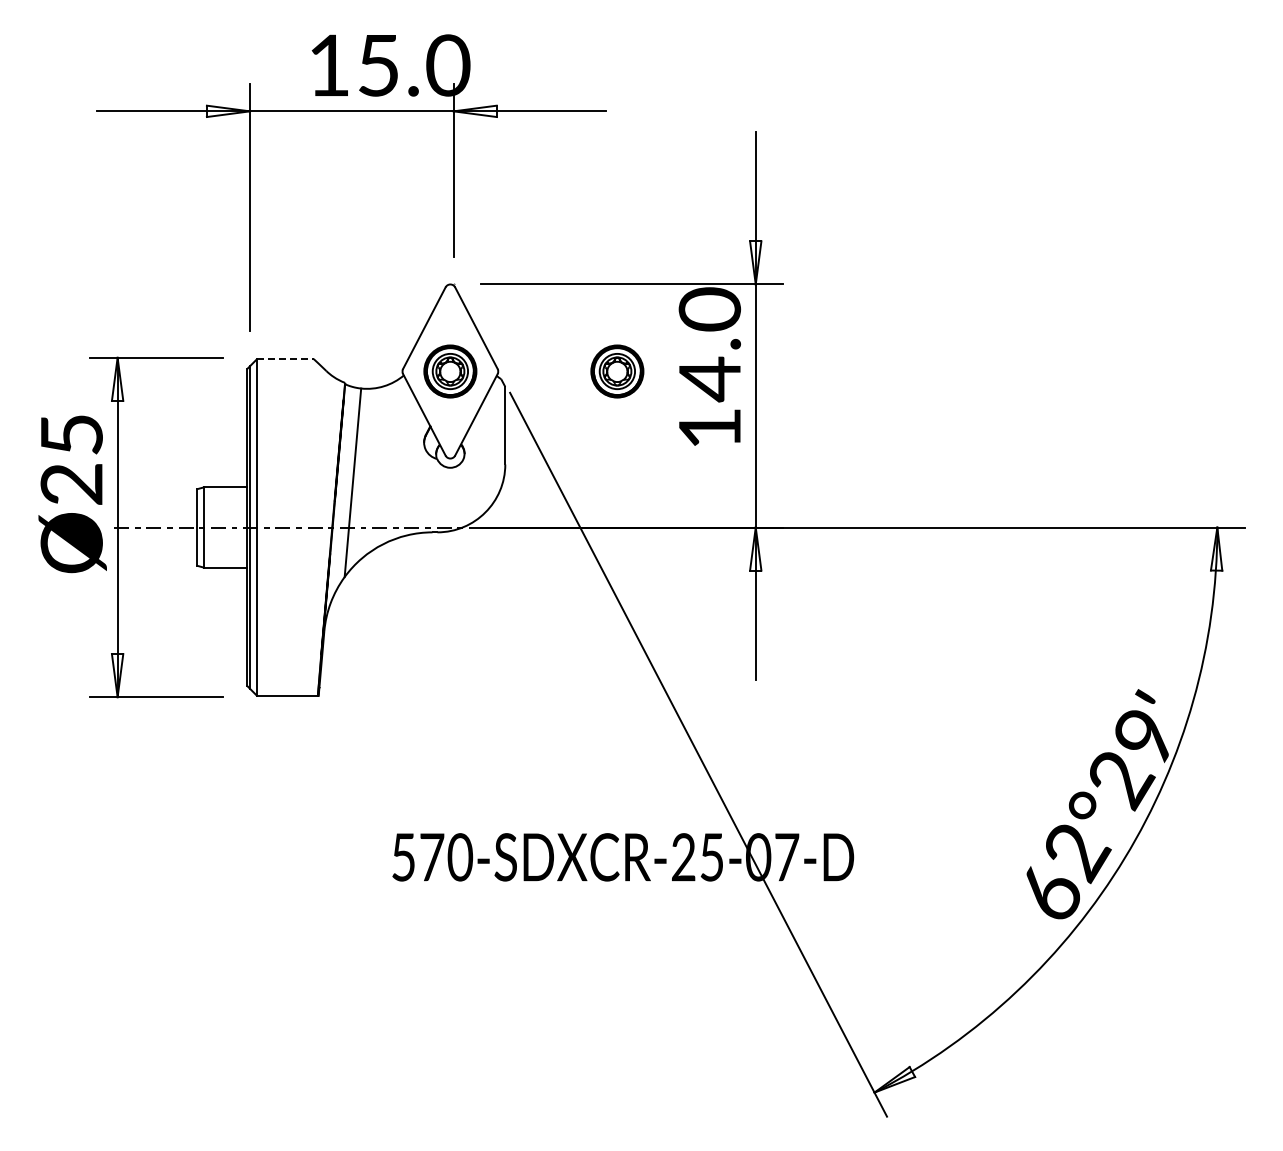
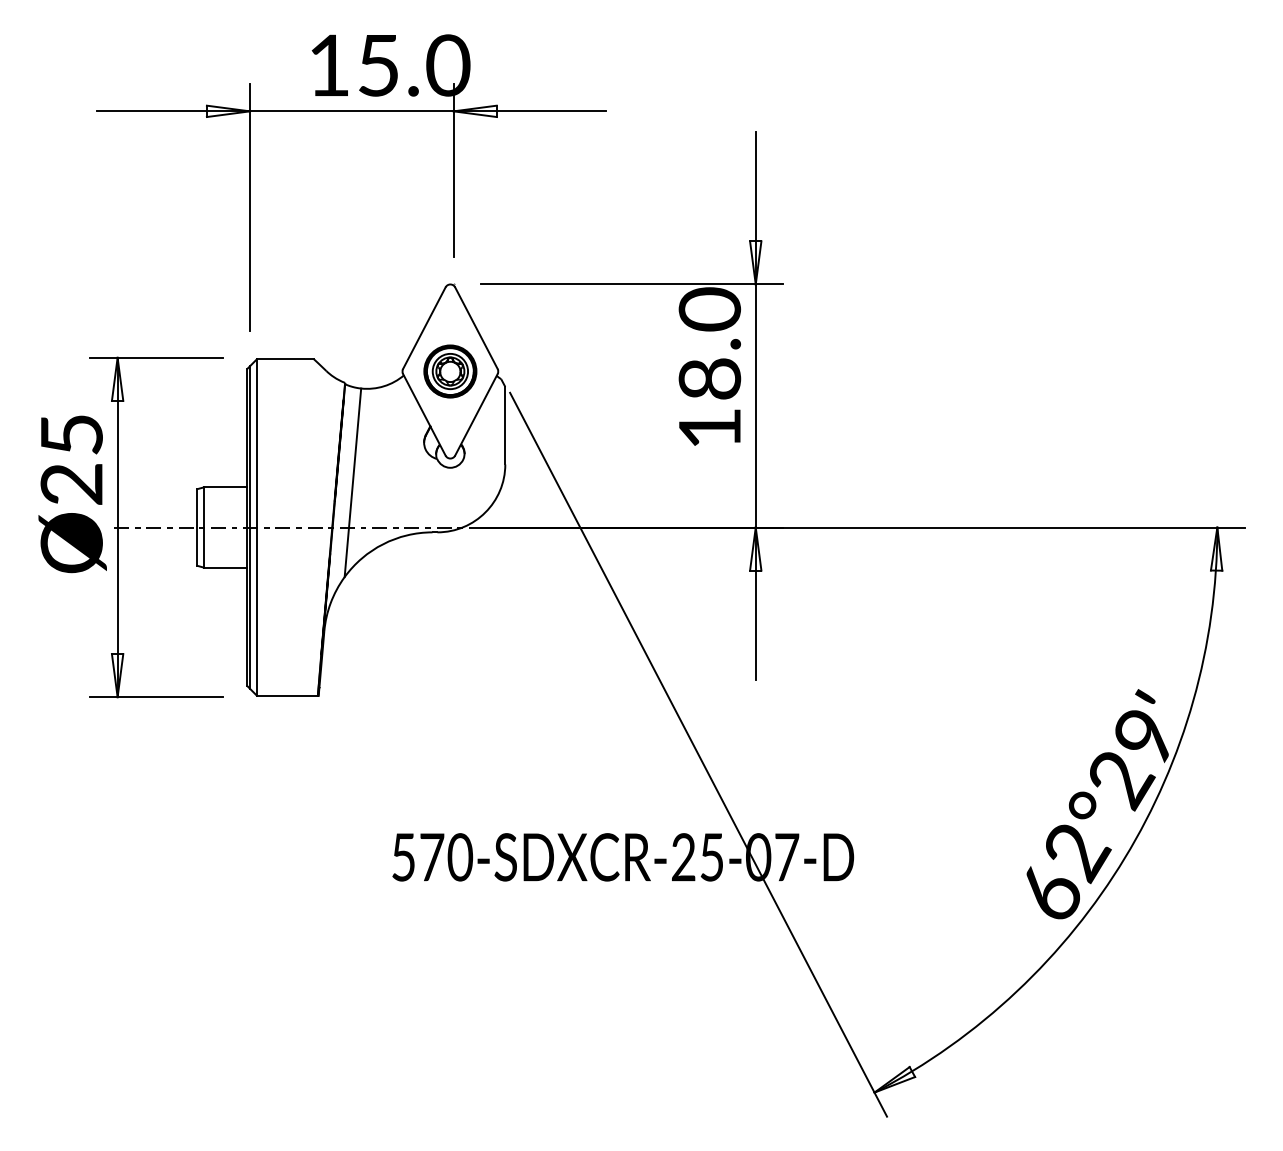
line at (285, 359): dashed -> solid
part at (617, 371): present -> none
text at (709, 379): 14.0 -> 18.0
